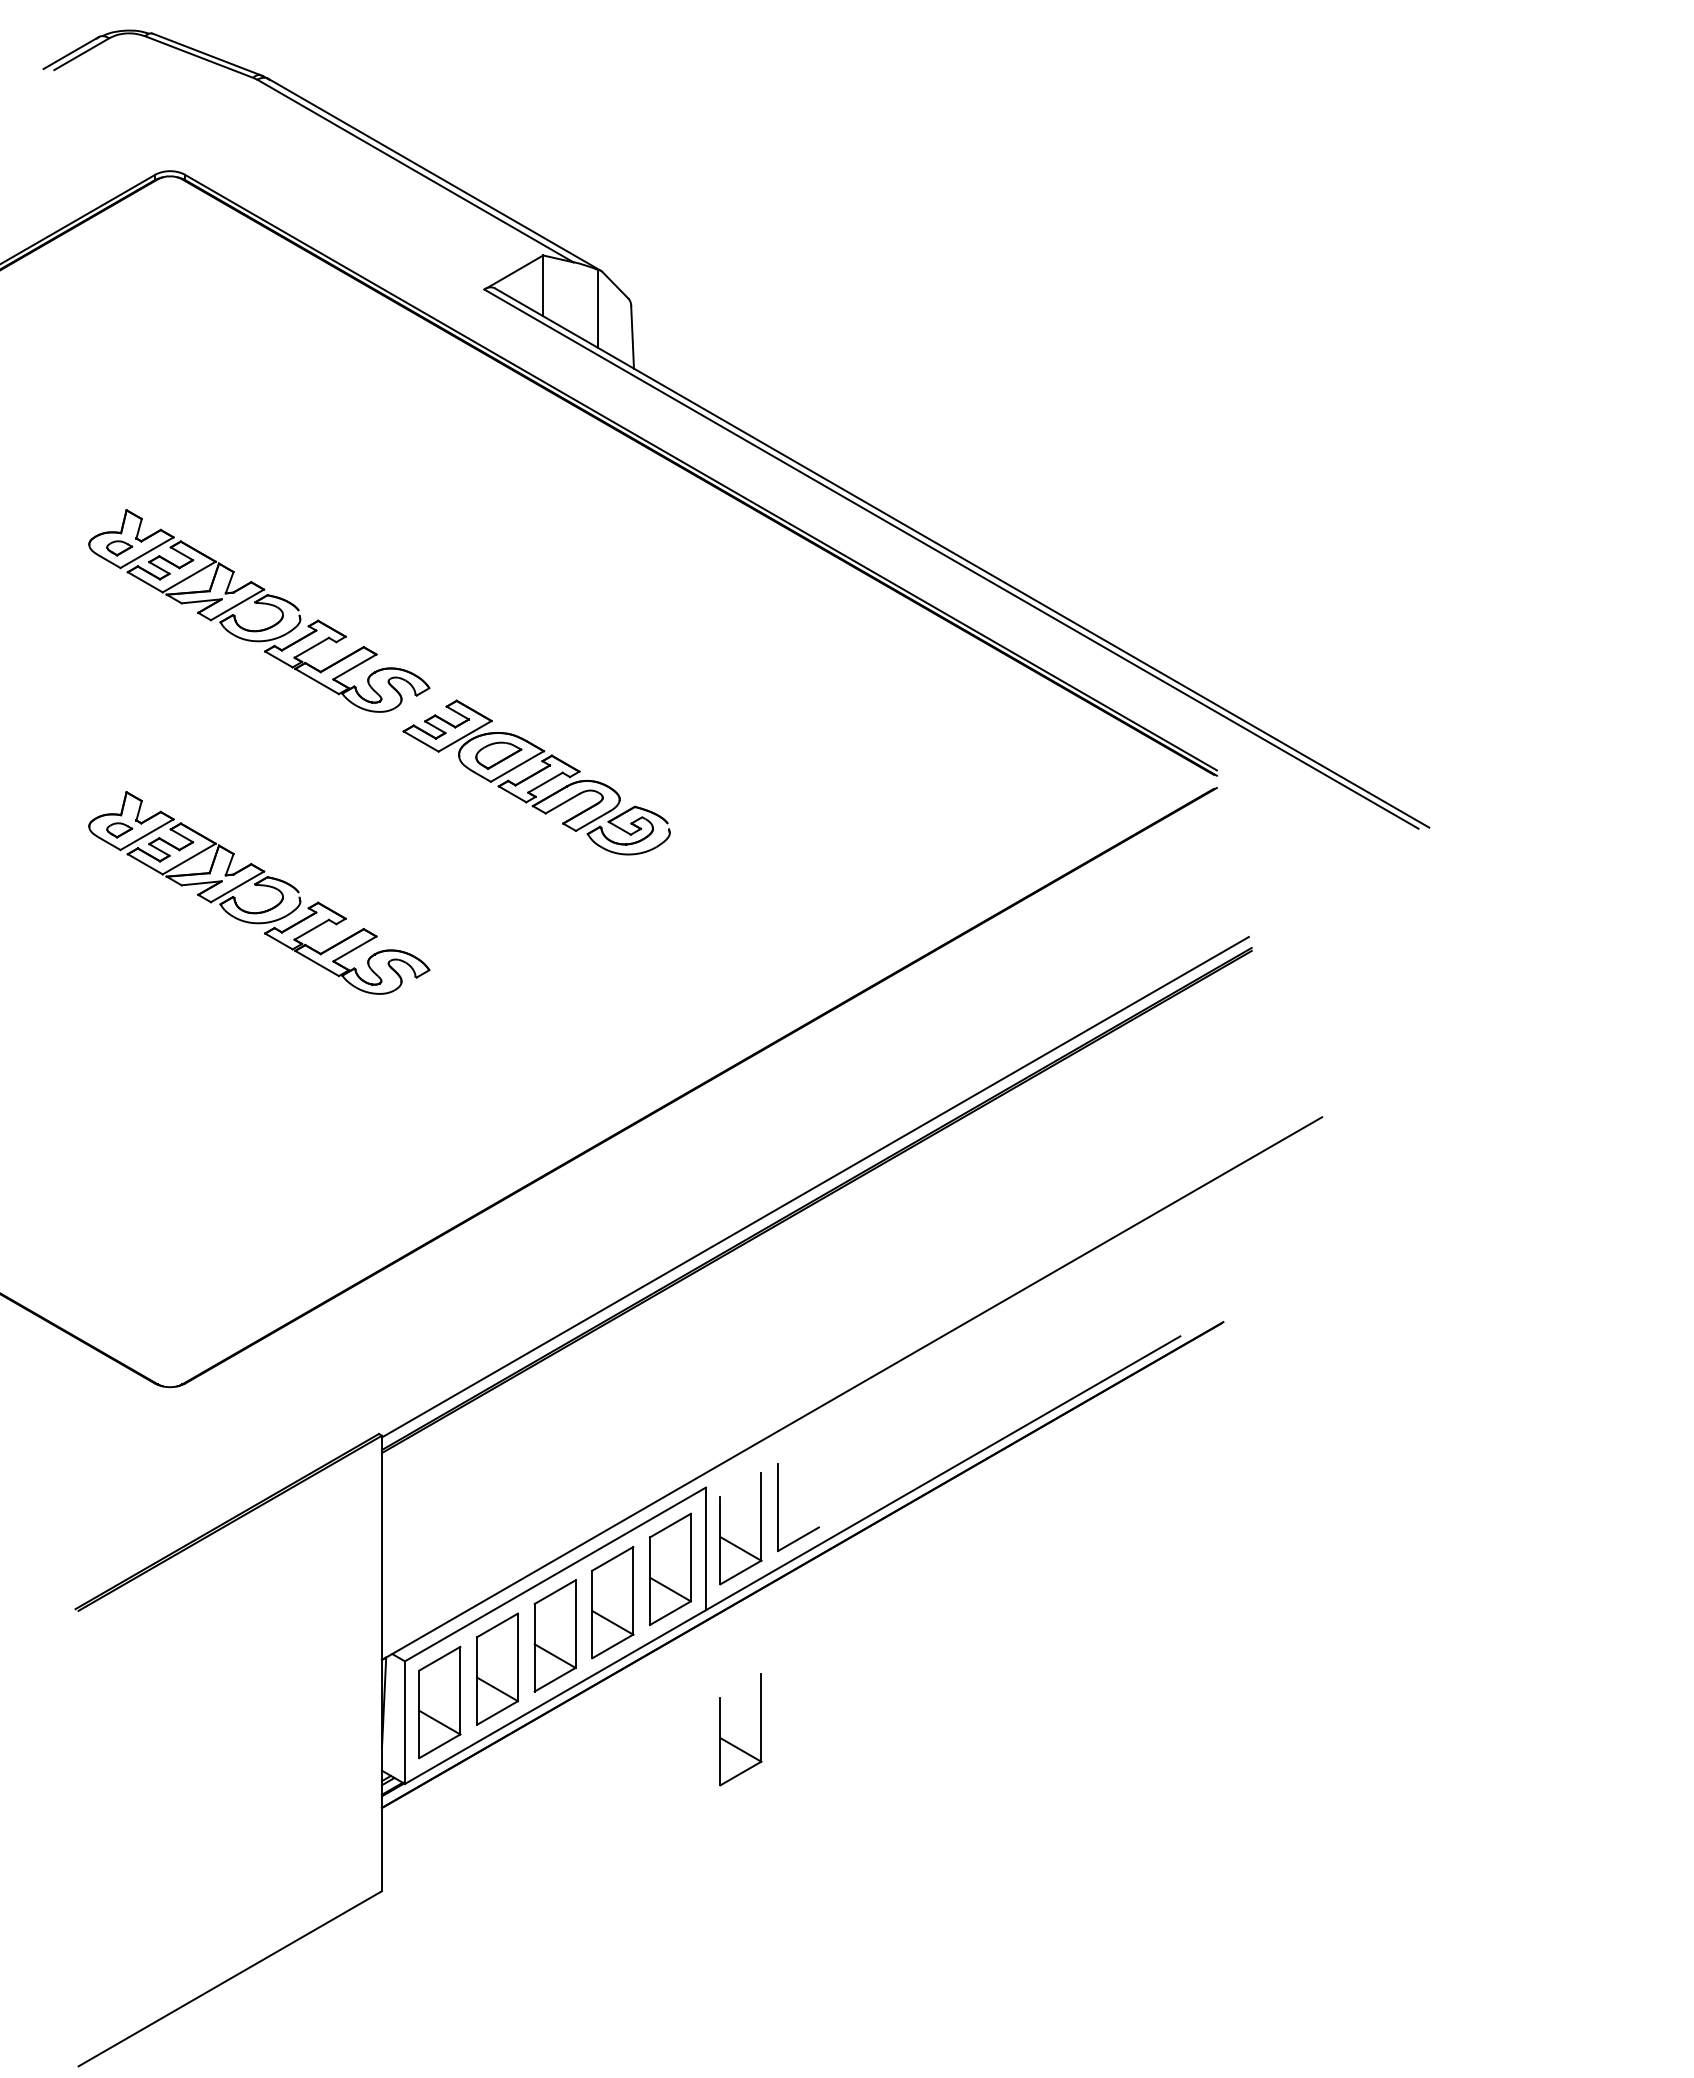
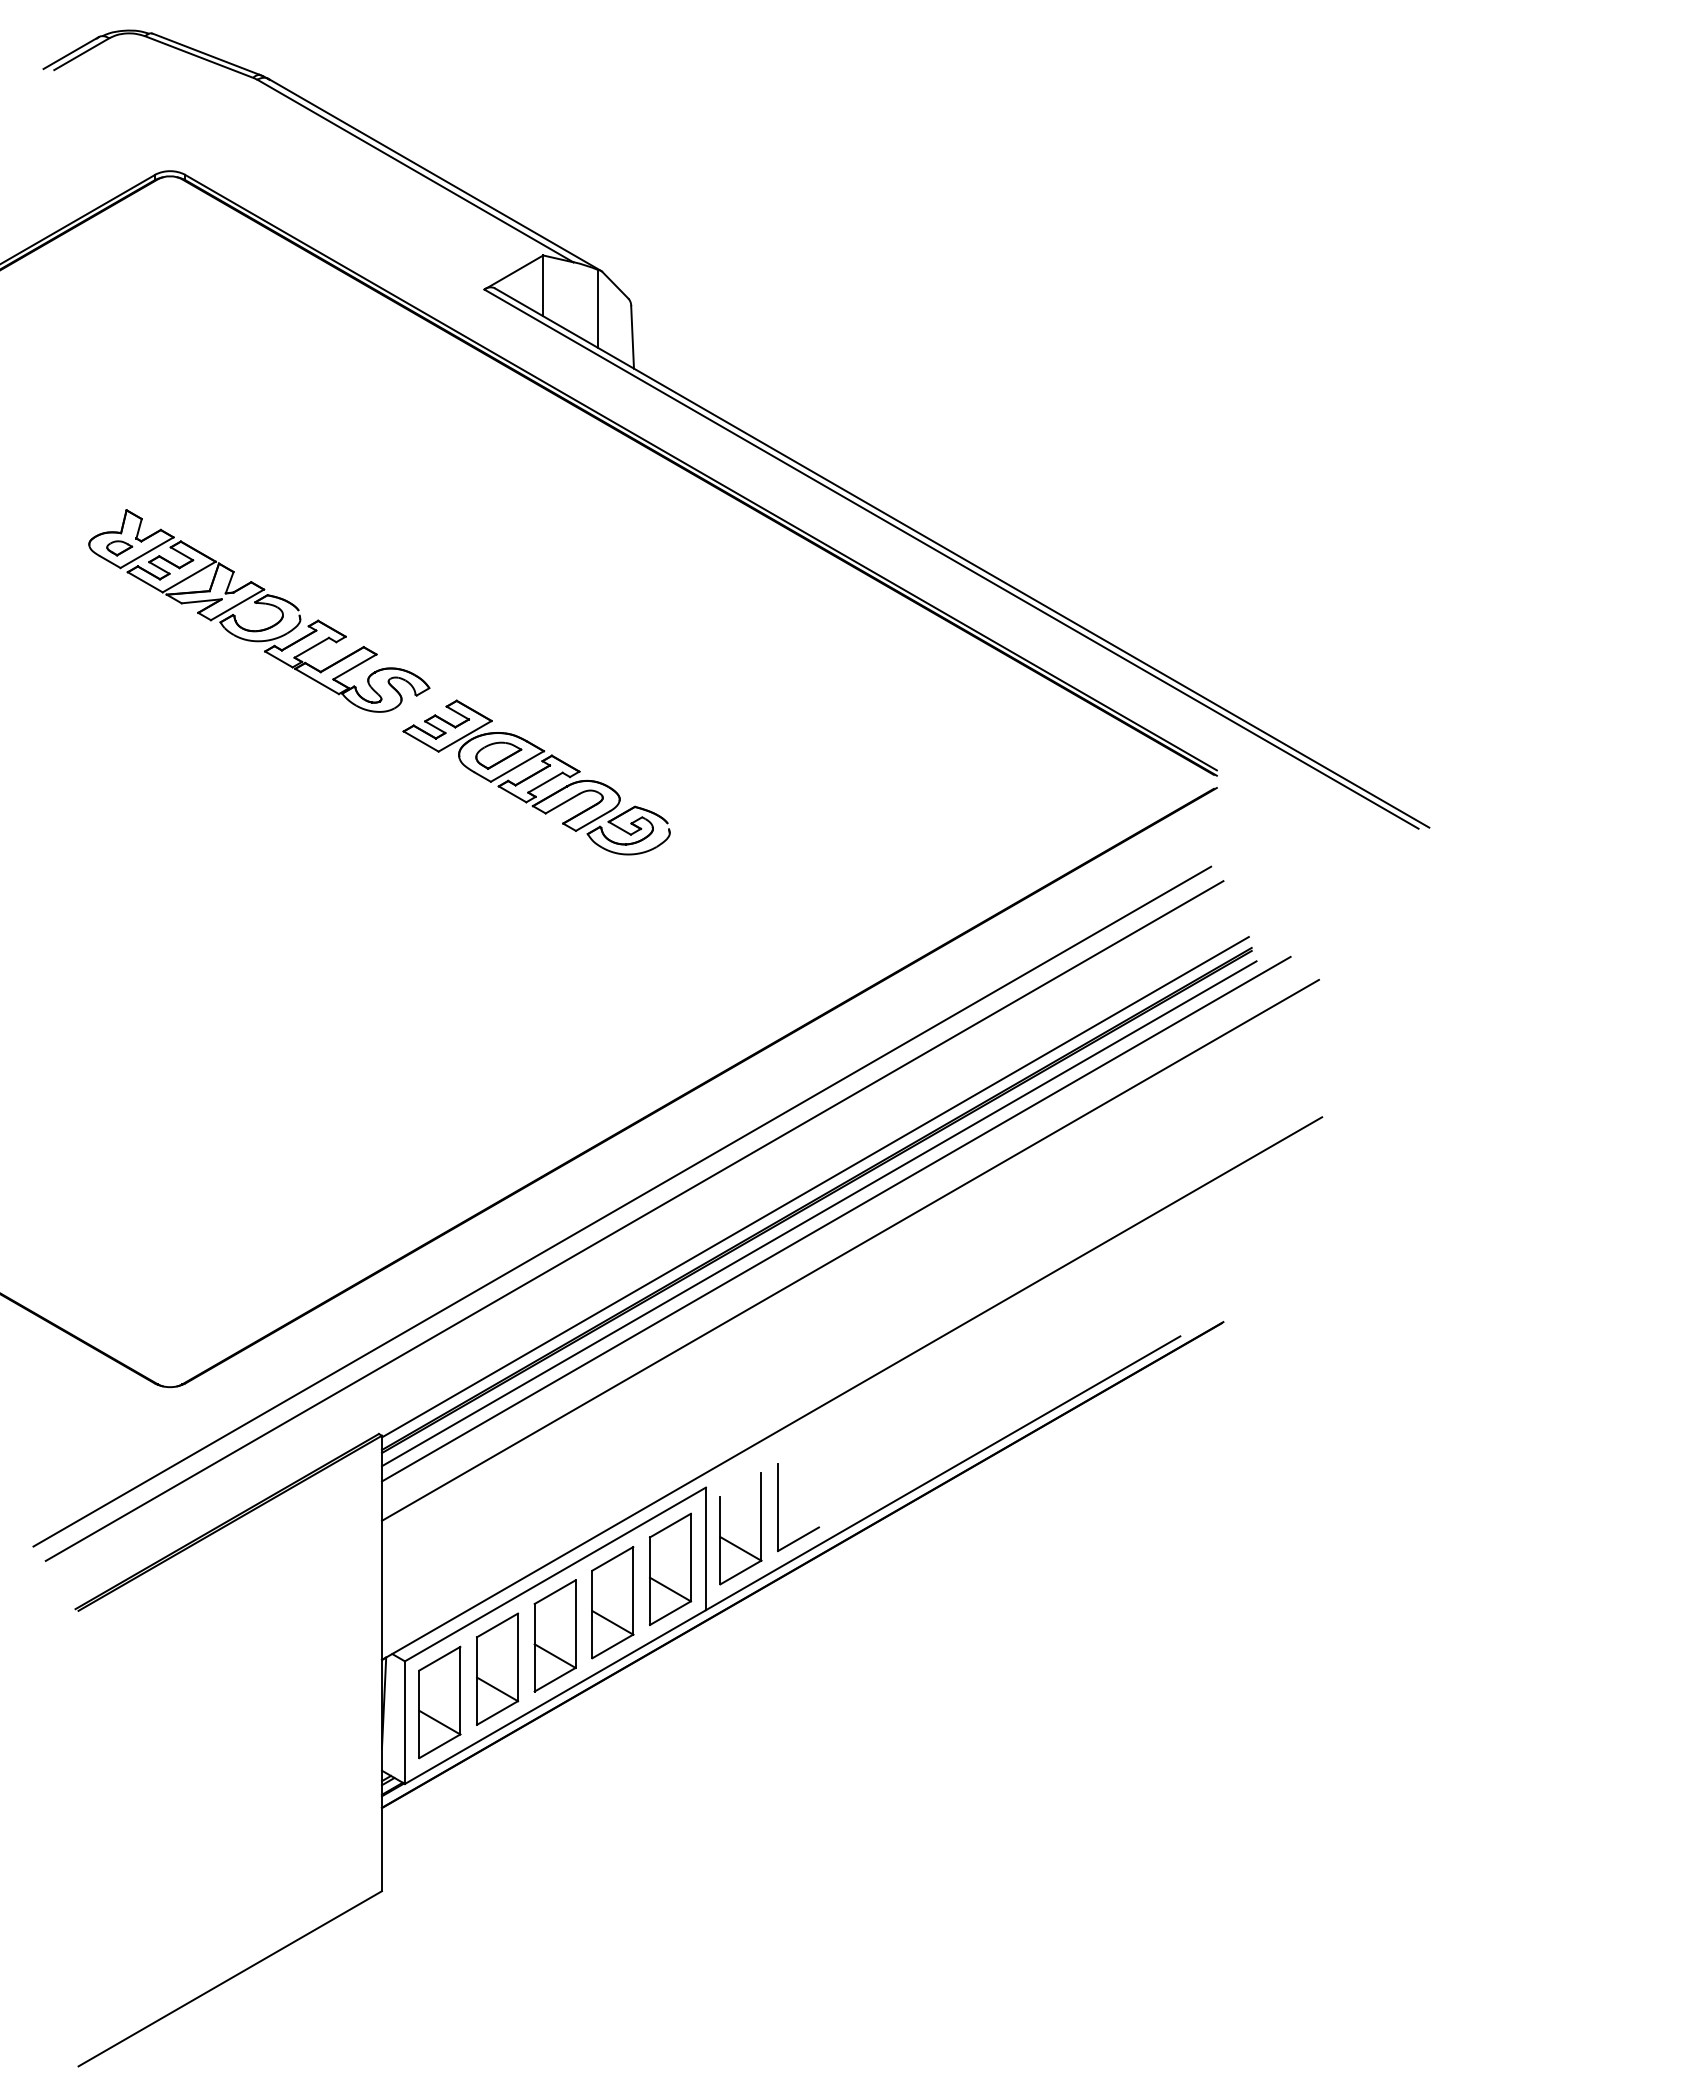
part at (260, 886): present -> none
line at (622, 1206): none -> present
line at (818, 1213): none -> present
line at (835, 1218): none -> present
line at (634, 1220): none -> present
line at (849, 1249): none -> present
part at (730, 1742): present -> none
